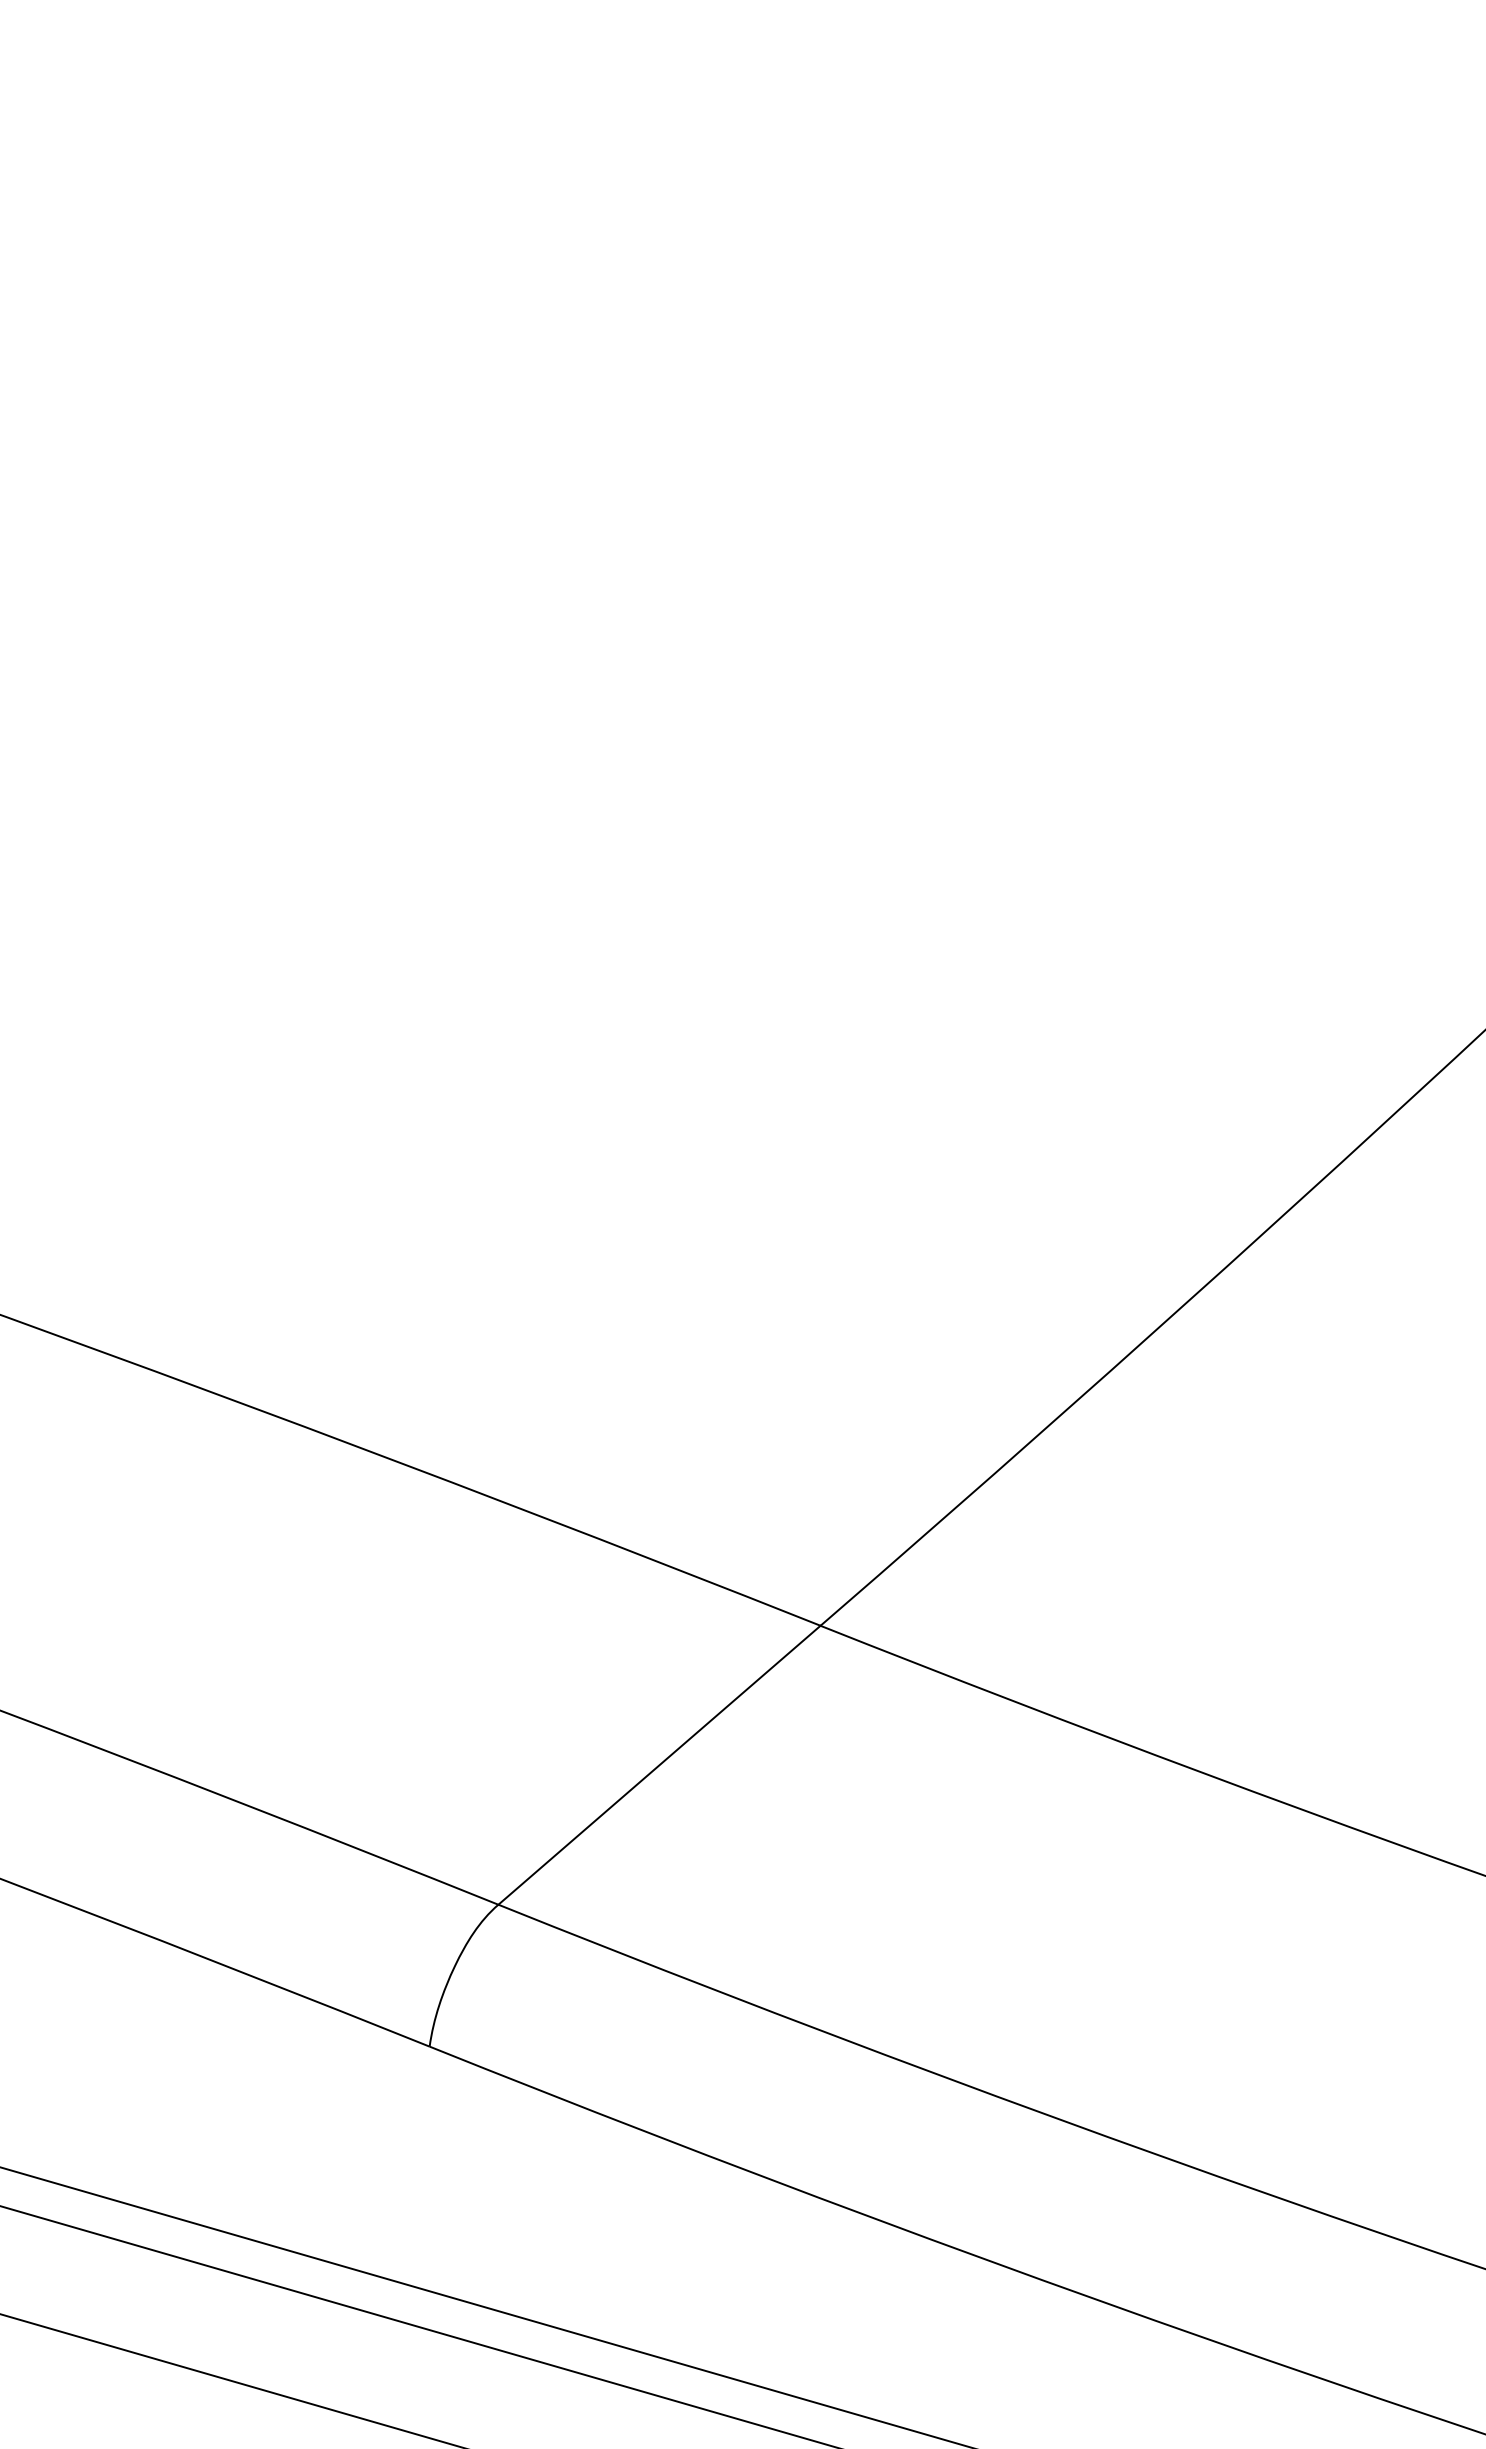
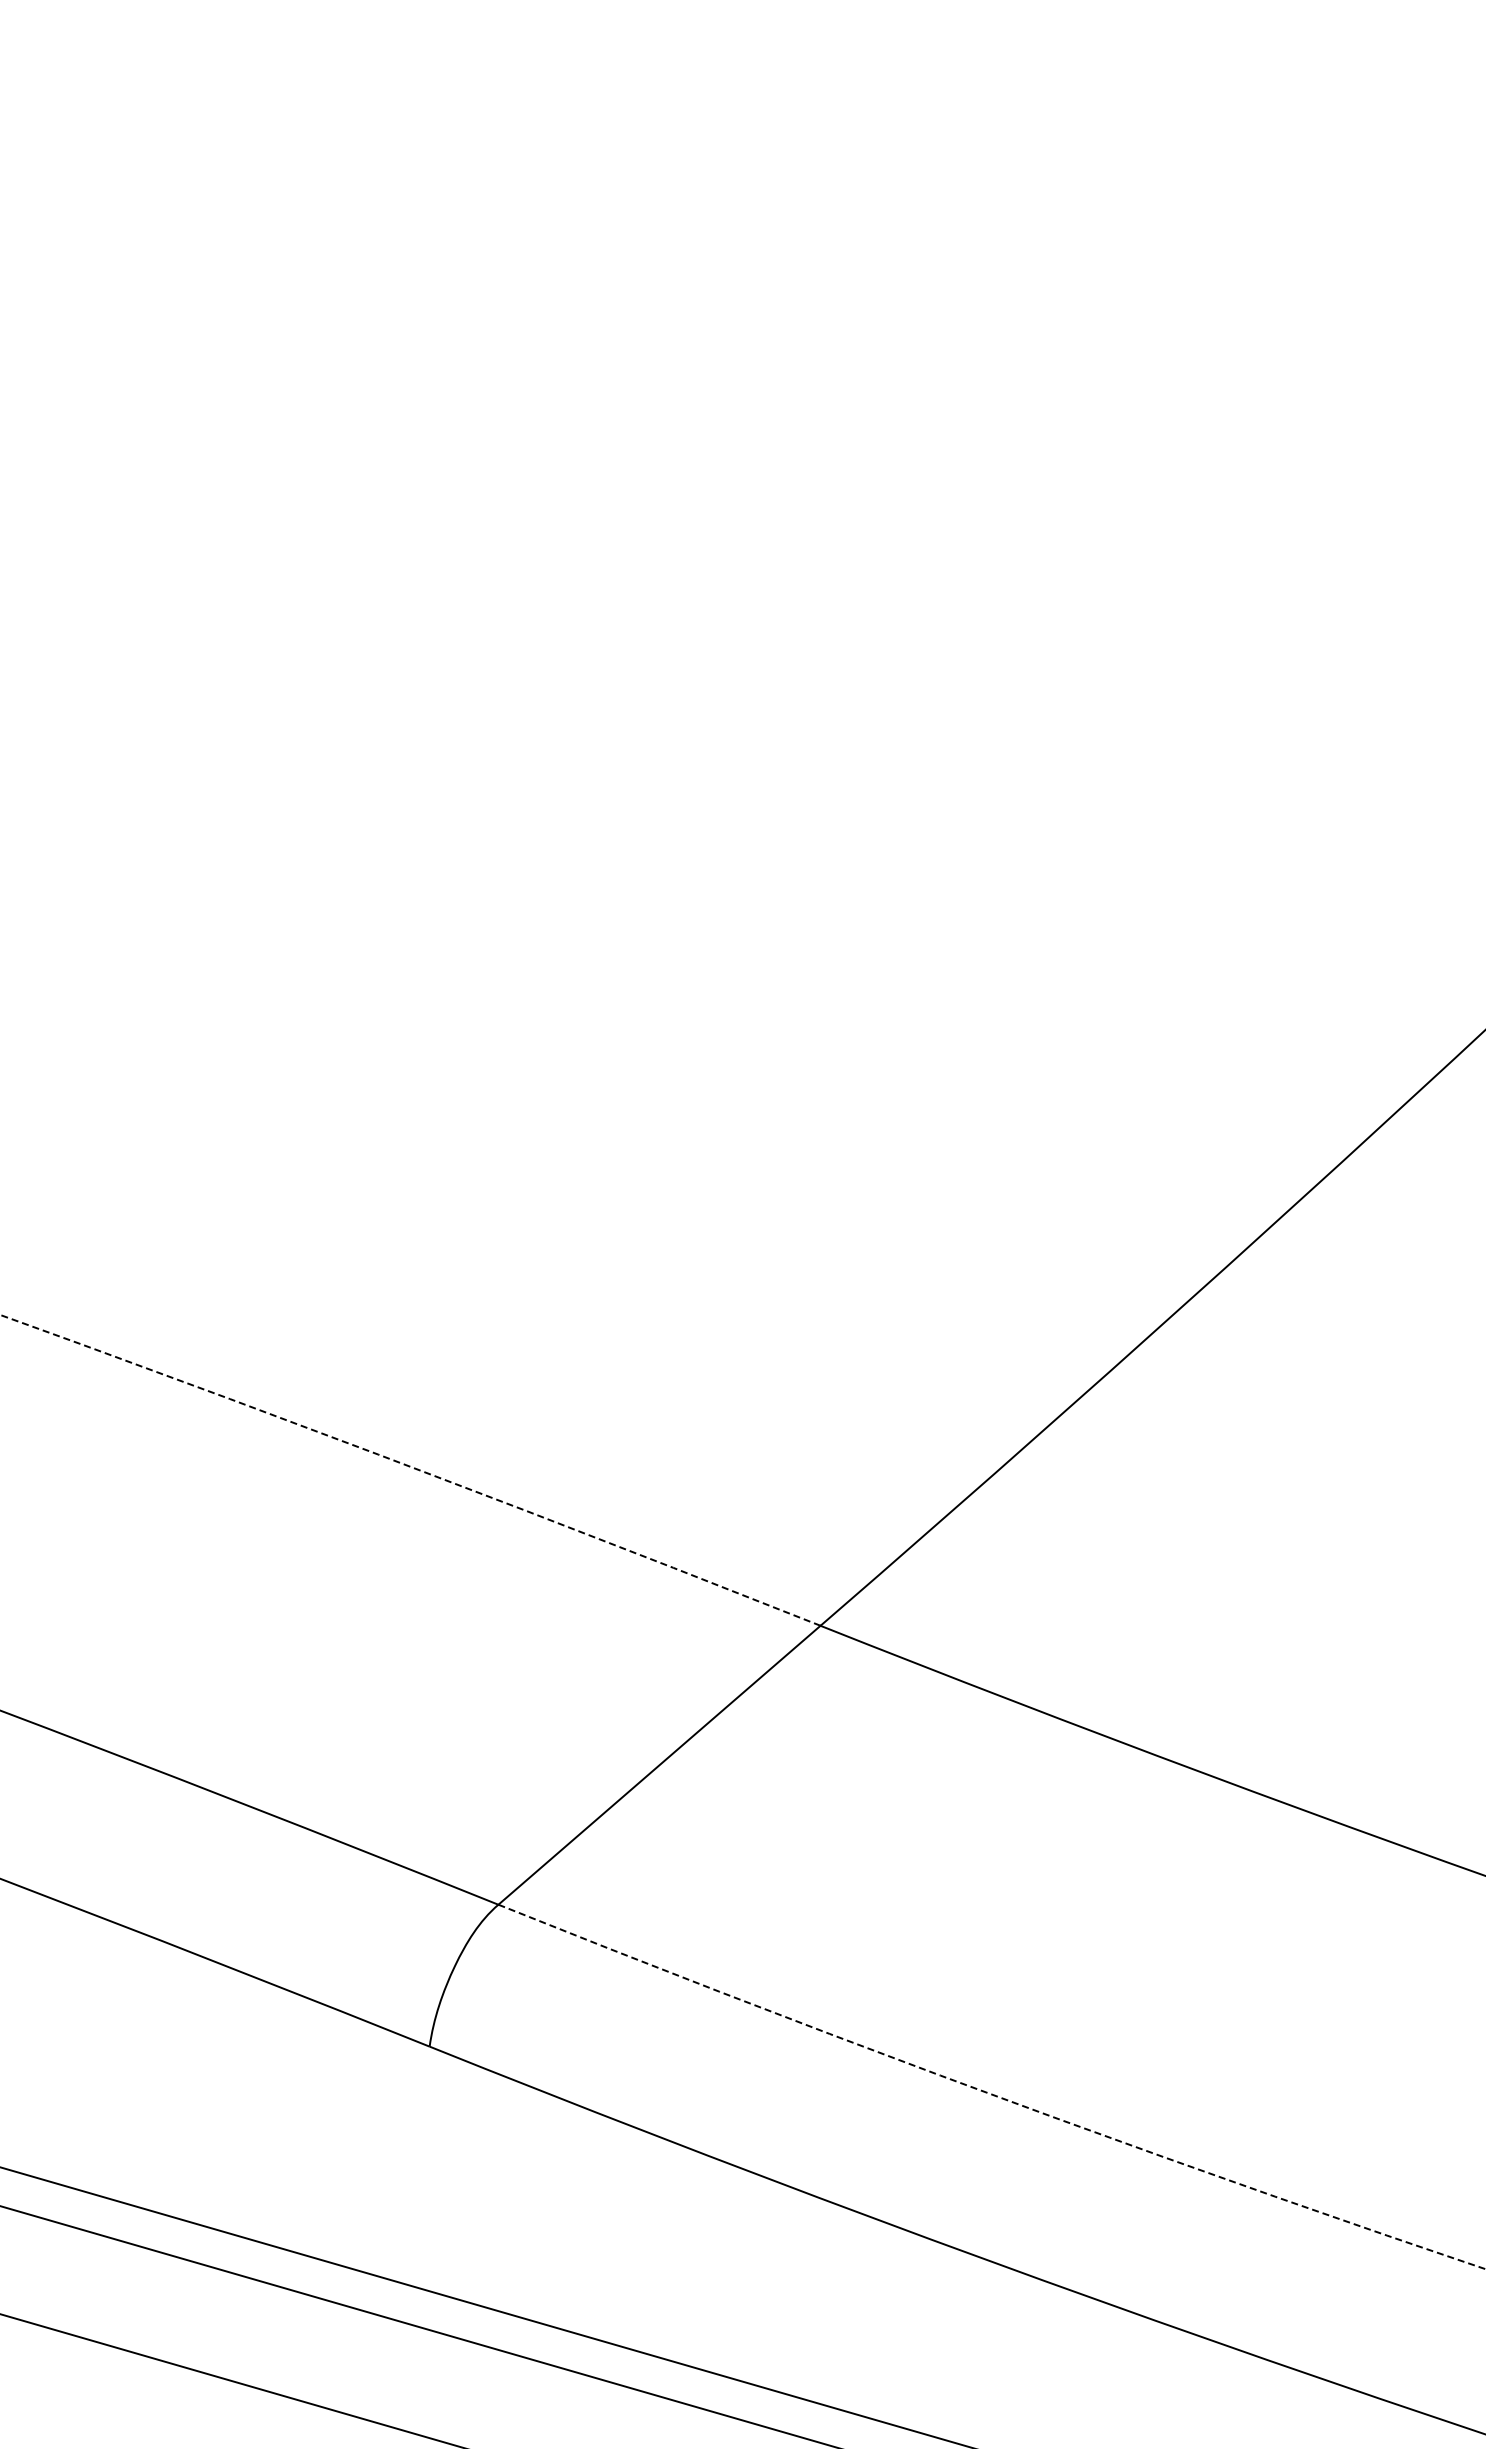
arc at (410, 1466): solid -> dashed
arc at (989, 2093): solid -> dashed
